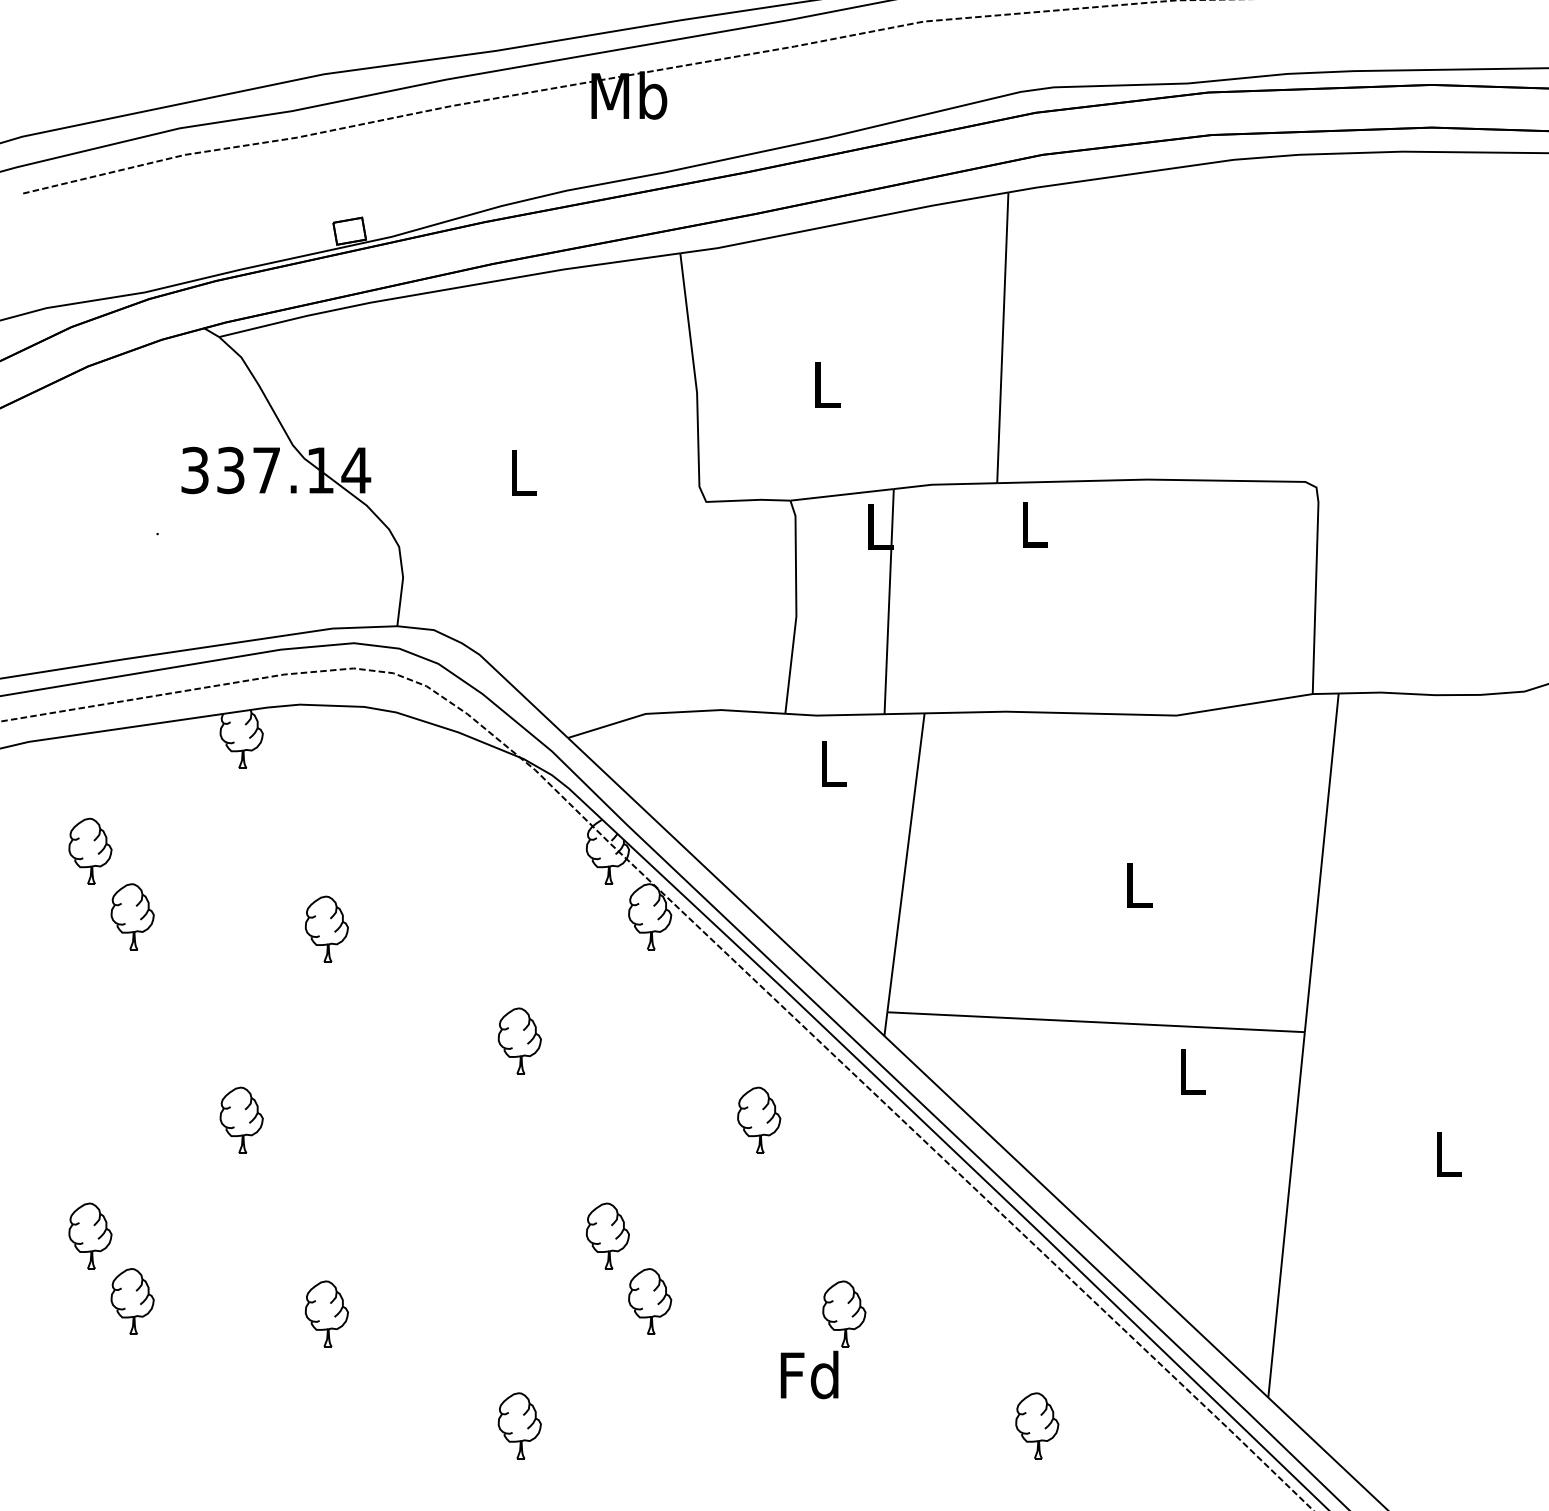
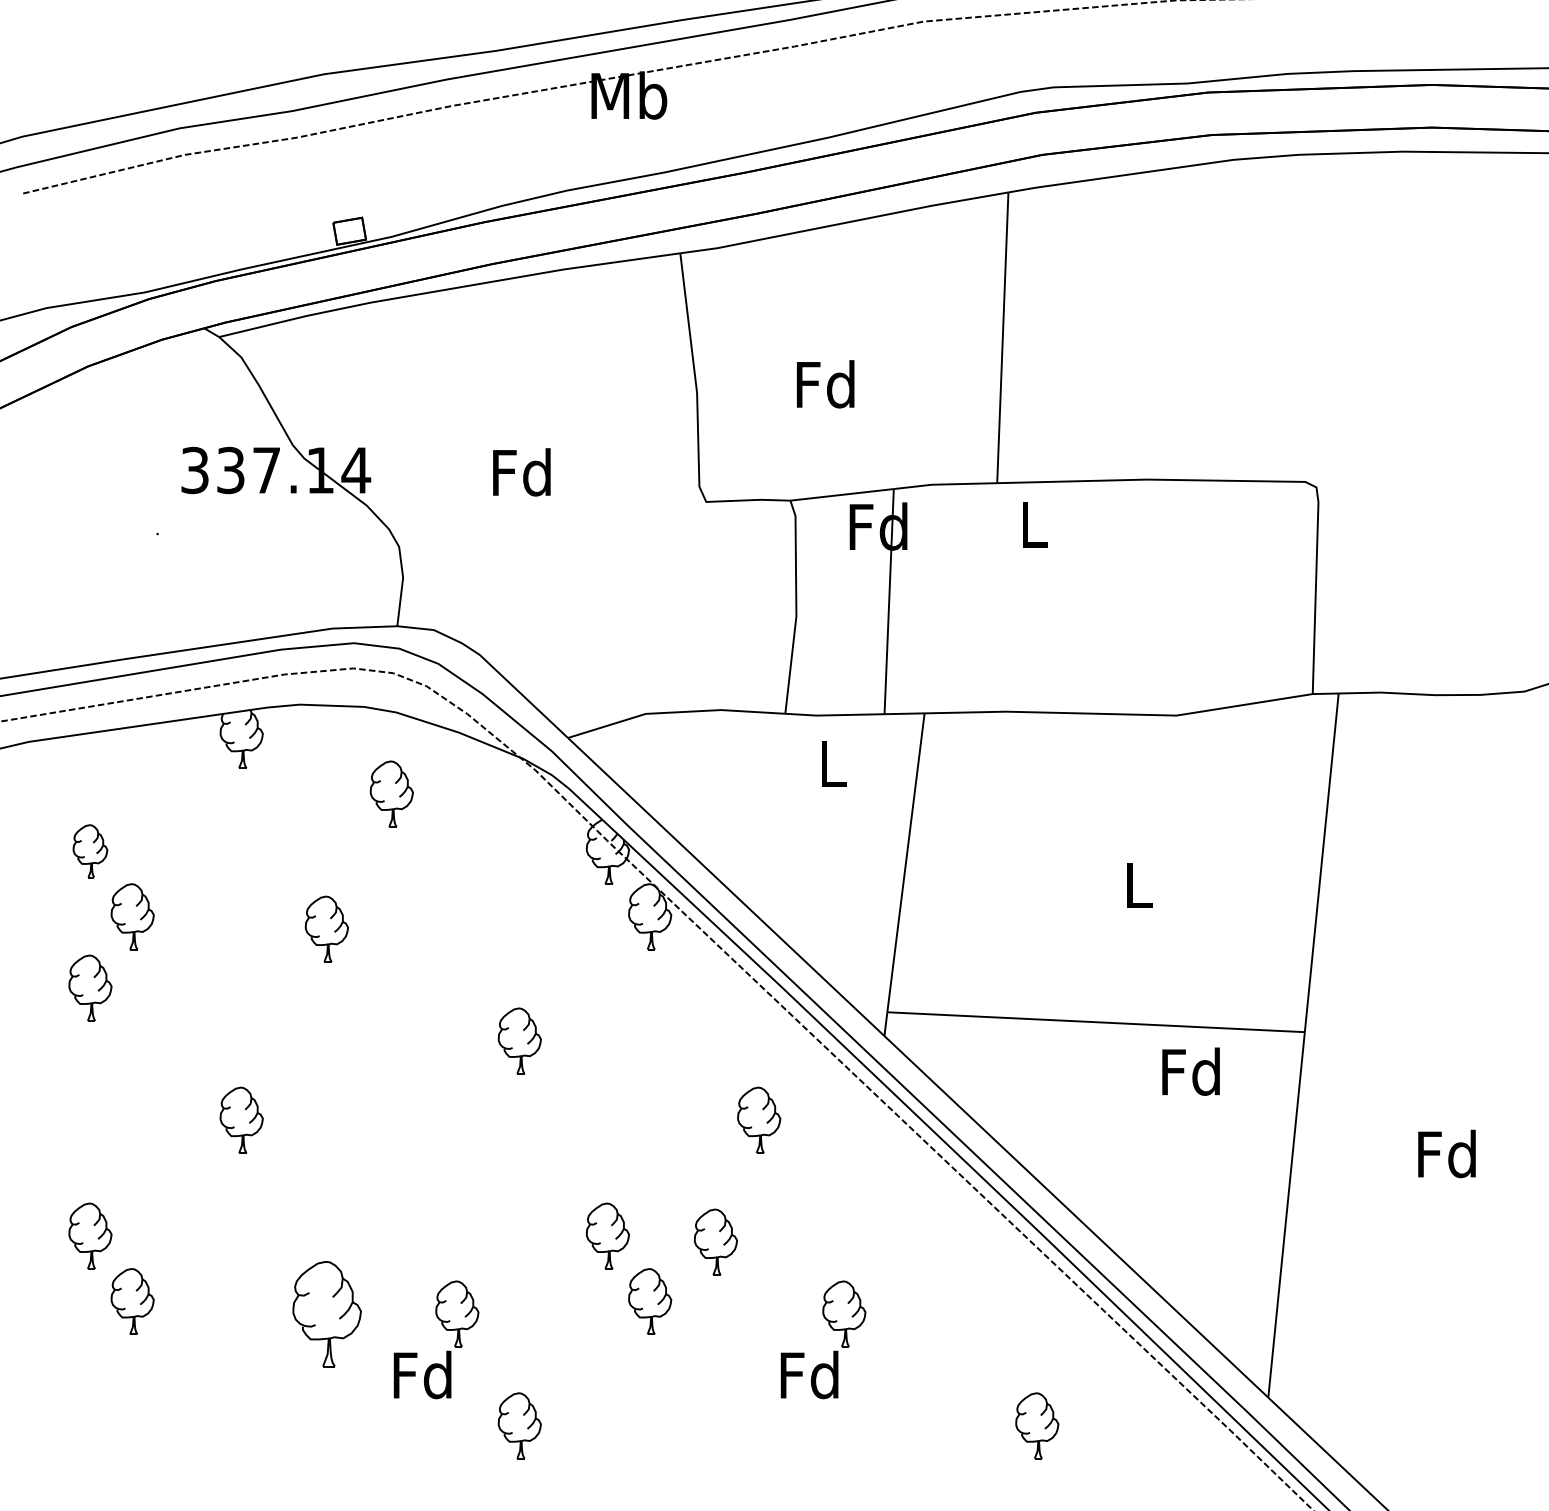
text at (825, 384): L -> Fd
text at (521, 472): L -> Fd
text at (878, 526): L -> Fd
part at (391, 793): none -> present
part at (90, 850) size: 45x68 px -> 37x55 px
part at (90, 987): none -> present
text at (1190, 1071): L -> Fd
text at (1446, 1153): L -> Fd
part at (715, 1241): none -> present
part at (326, 1313) size: 45x68 px -> 70x107 px
part at (445, 1329): none -> present
